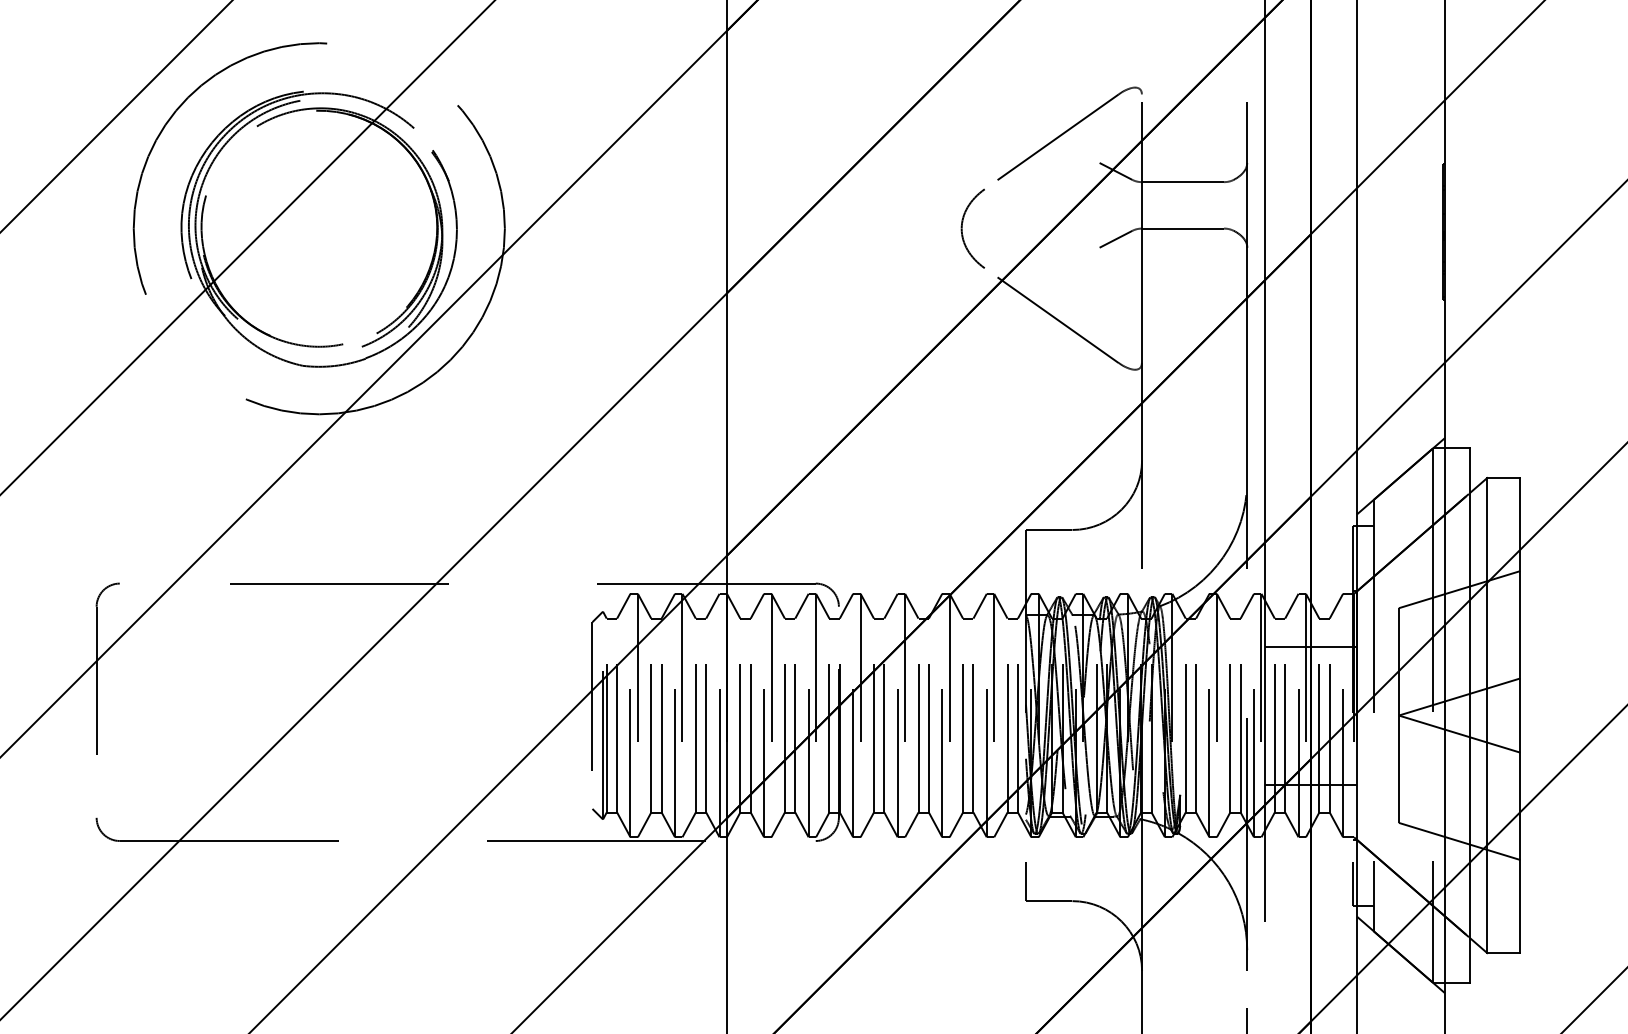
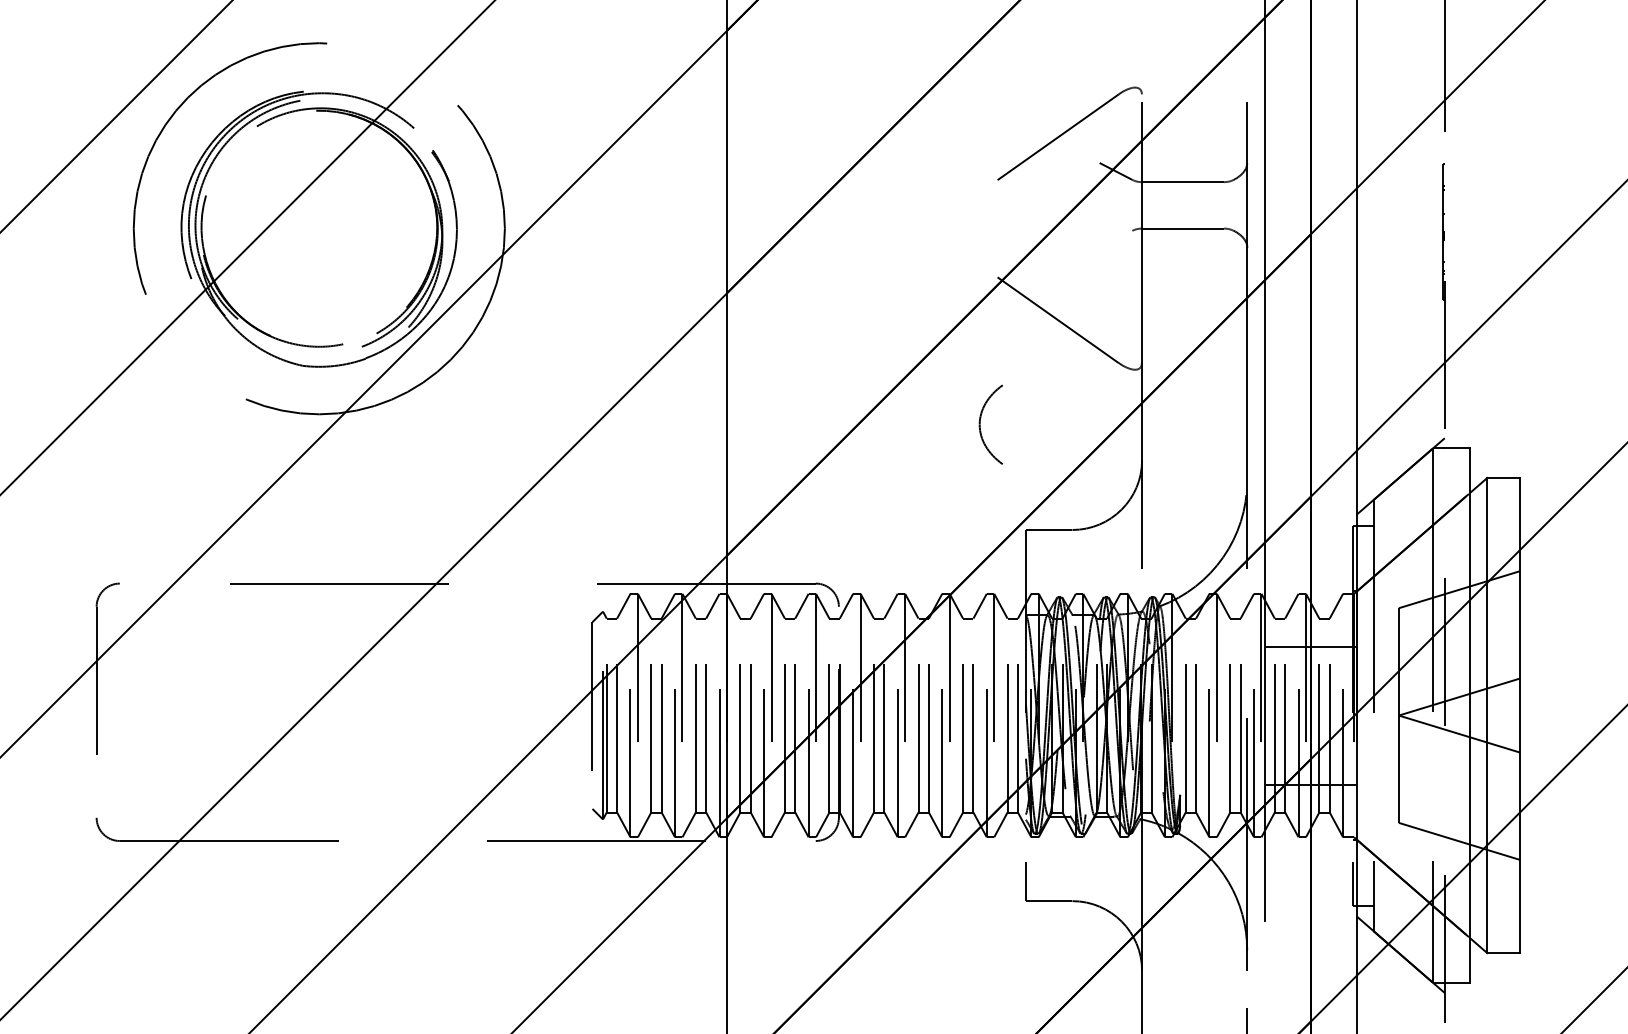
part at (962, 228) position: (962, 228) -> (980, 424)
line at (1115, 238): present -> none
line at (1444, 516): solid -> dashed
